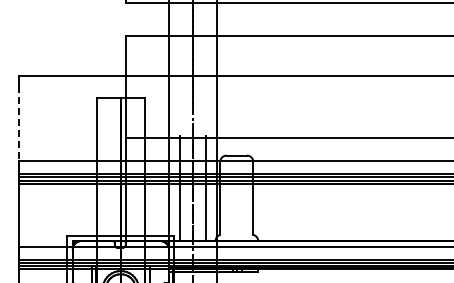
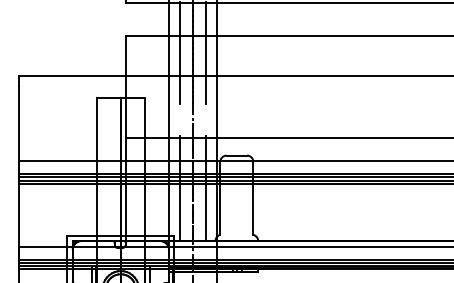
line at (179, 53): none -> present
line at (206, 53): none -> present
line at (19, 125): dashed -> solid
